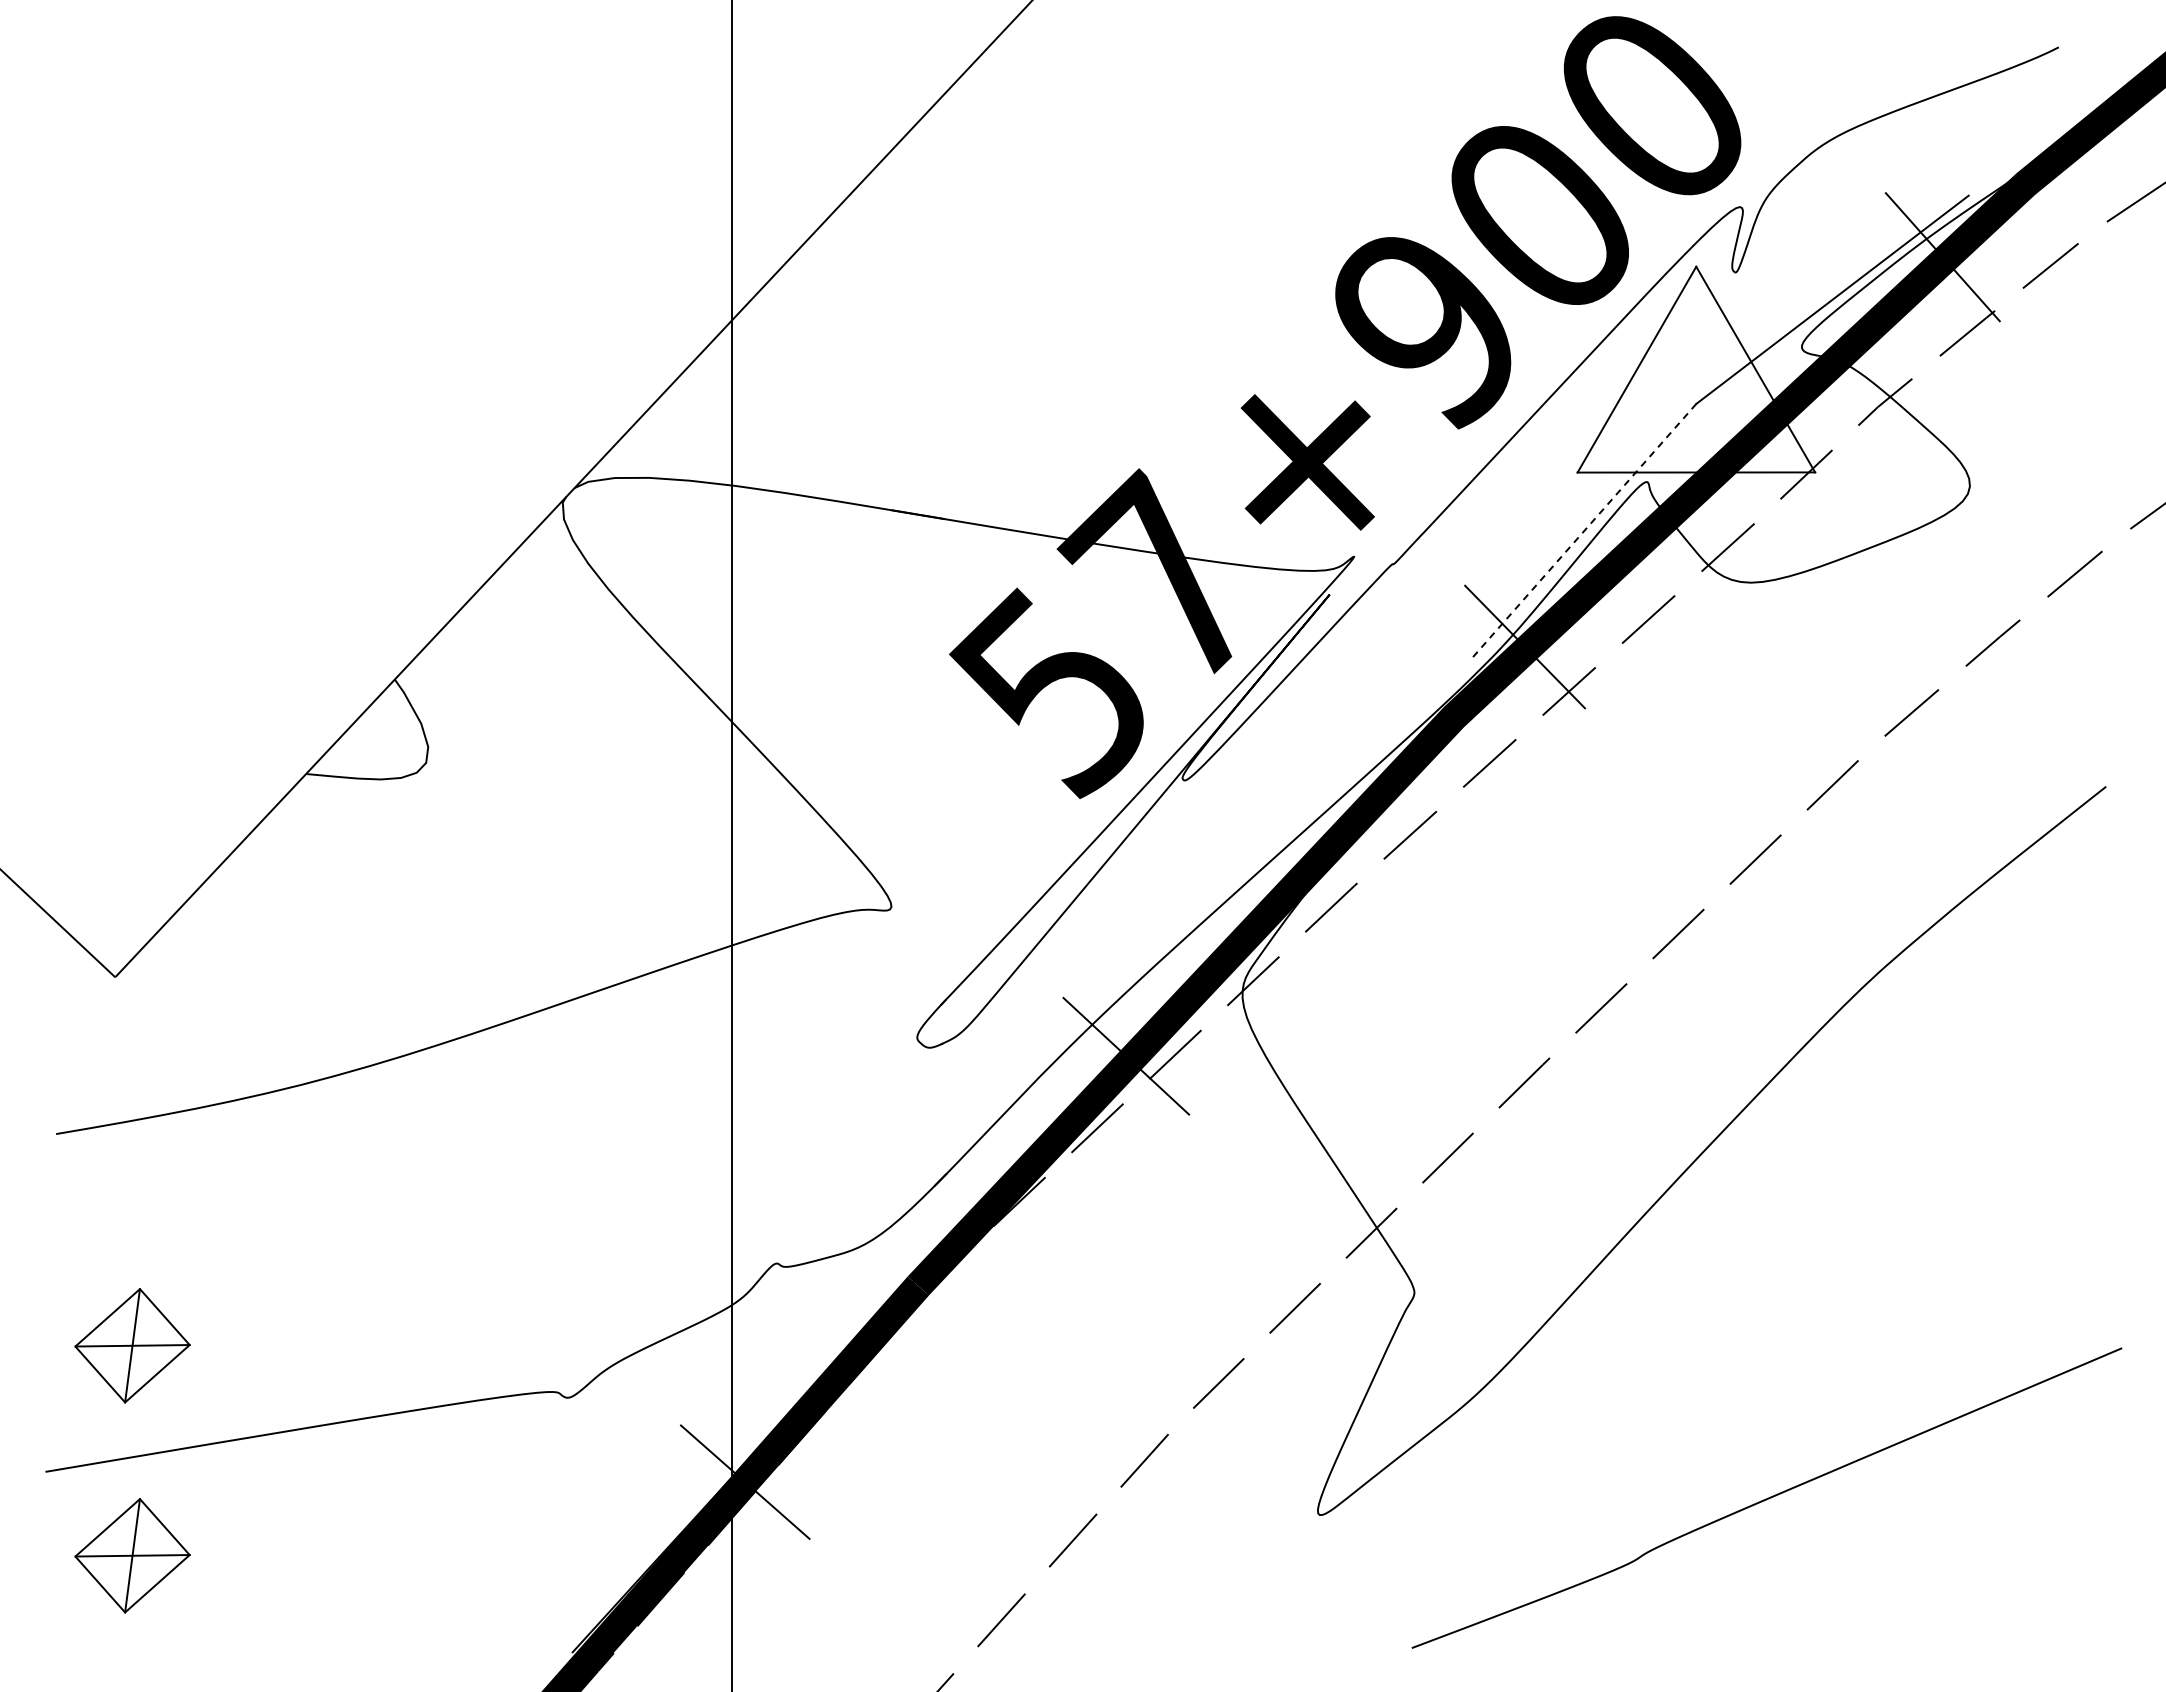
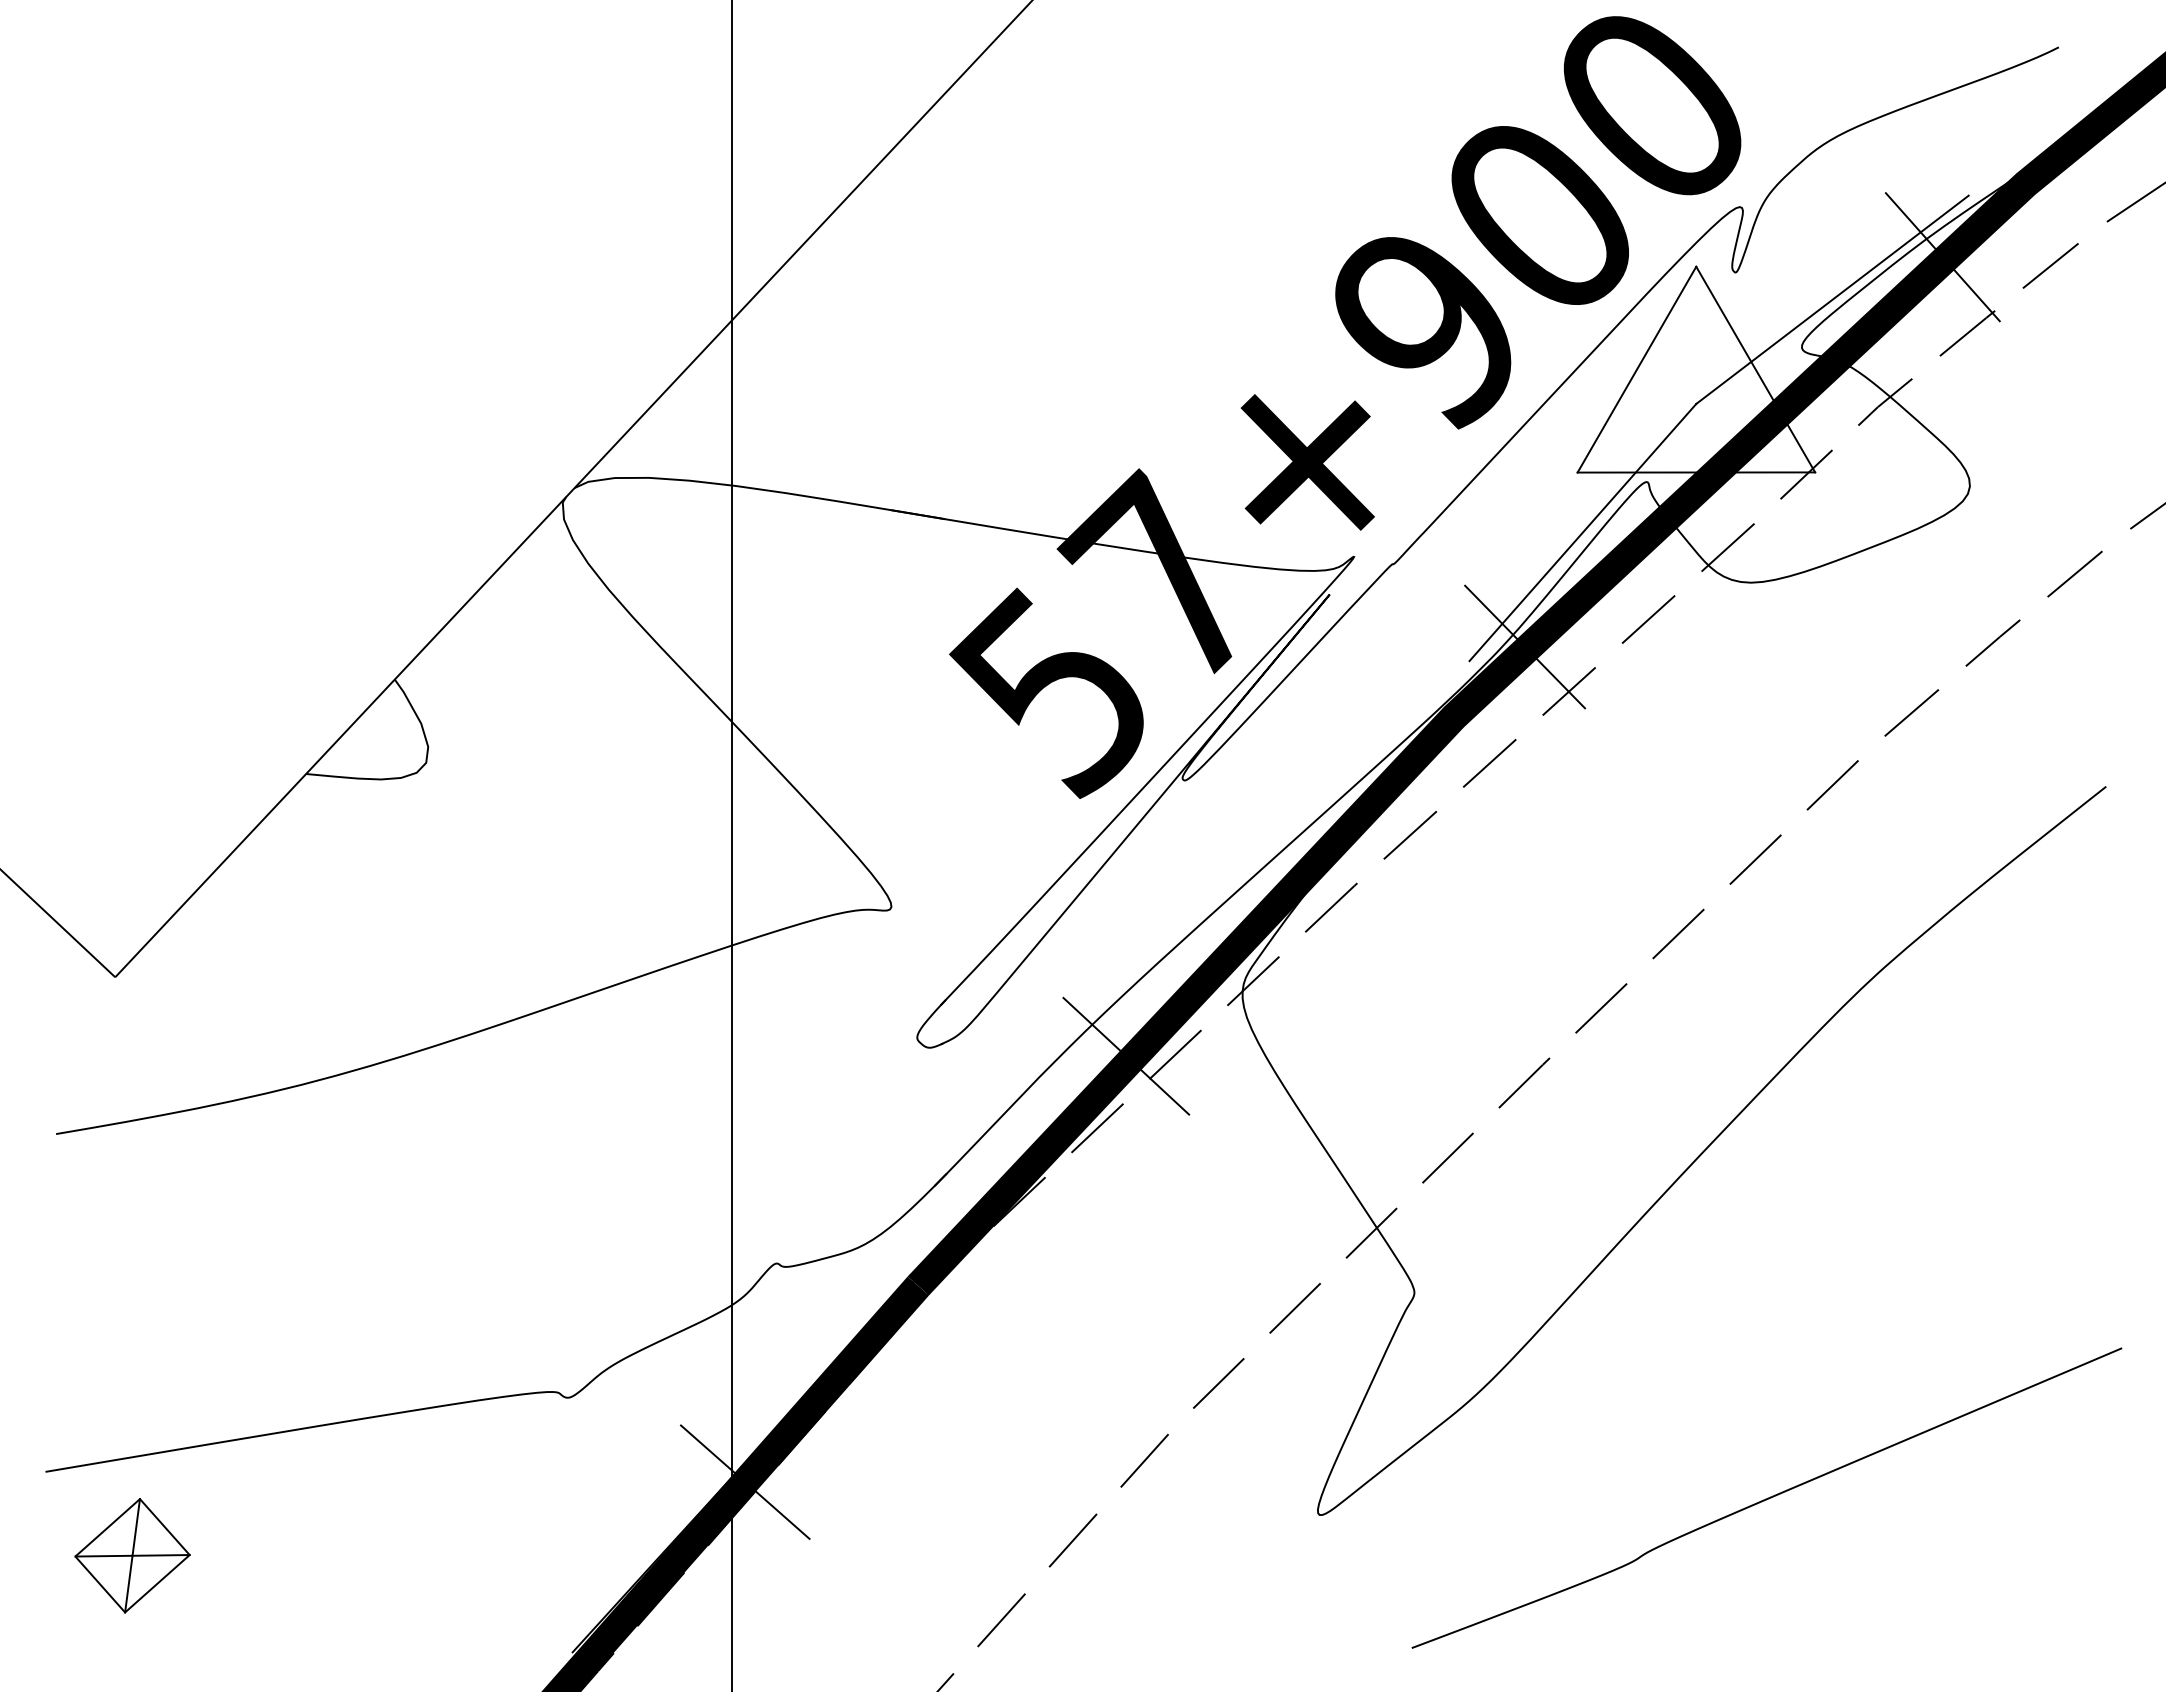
line at (1582, 532): dashed -> solid
part at (132, 1345): present -> none
